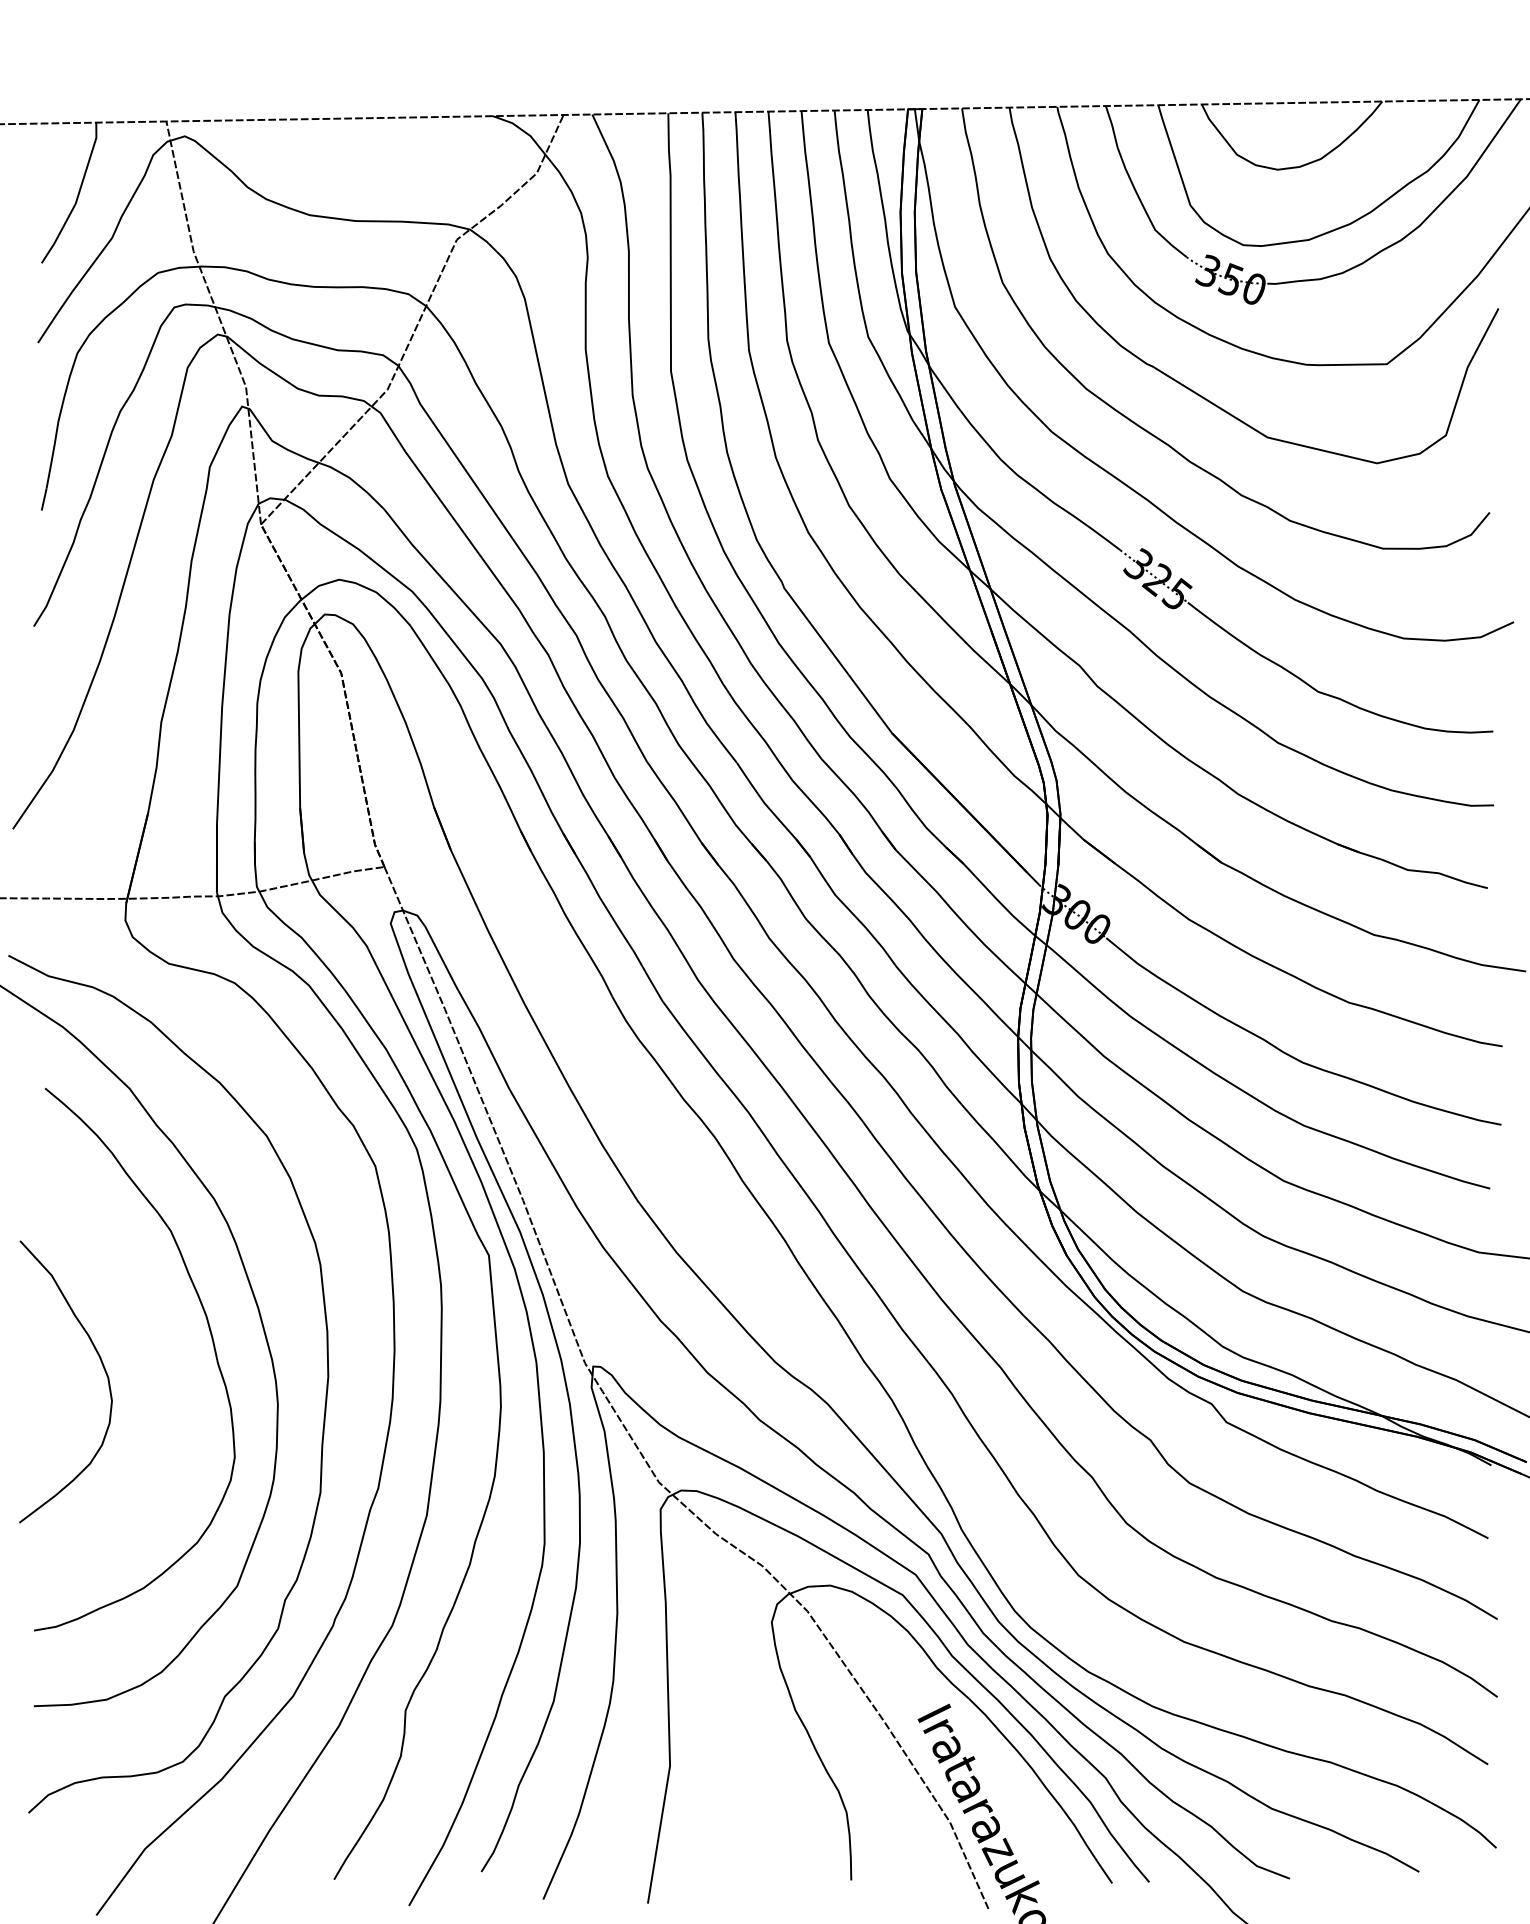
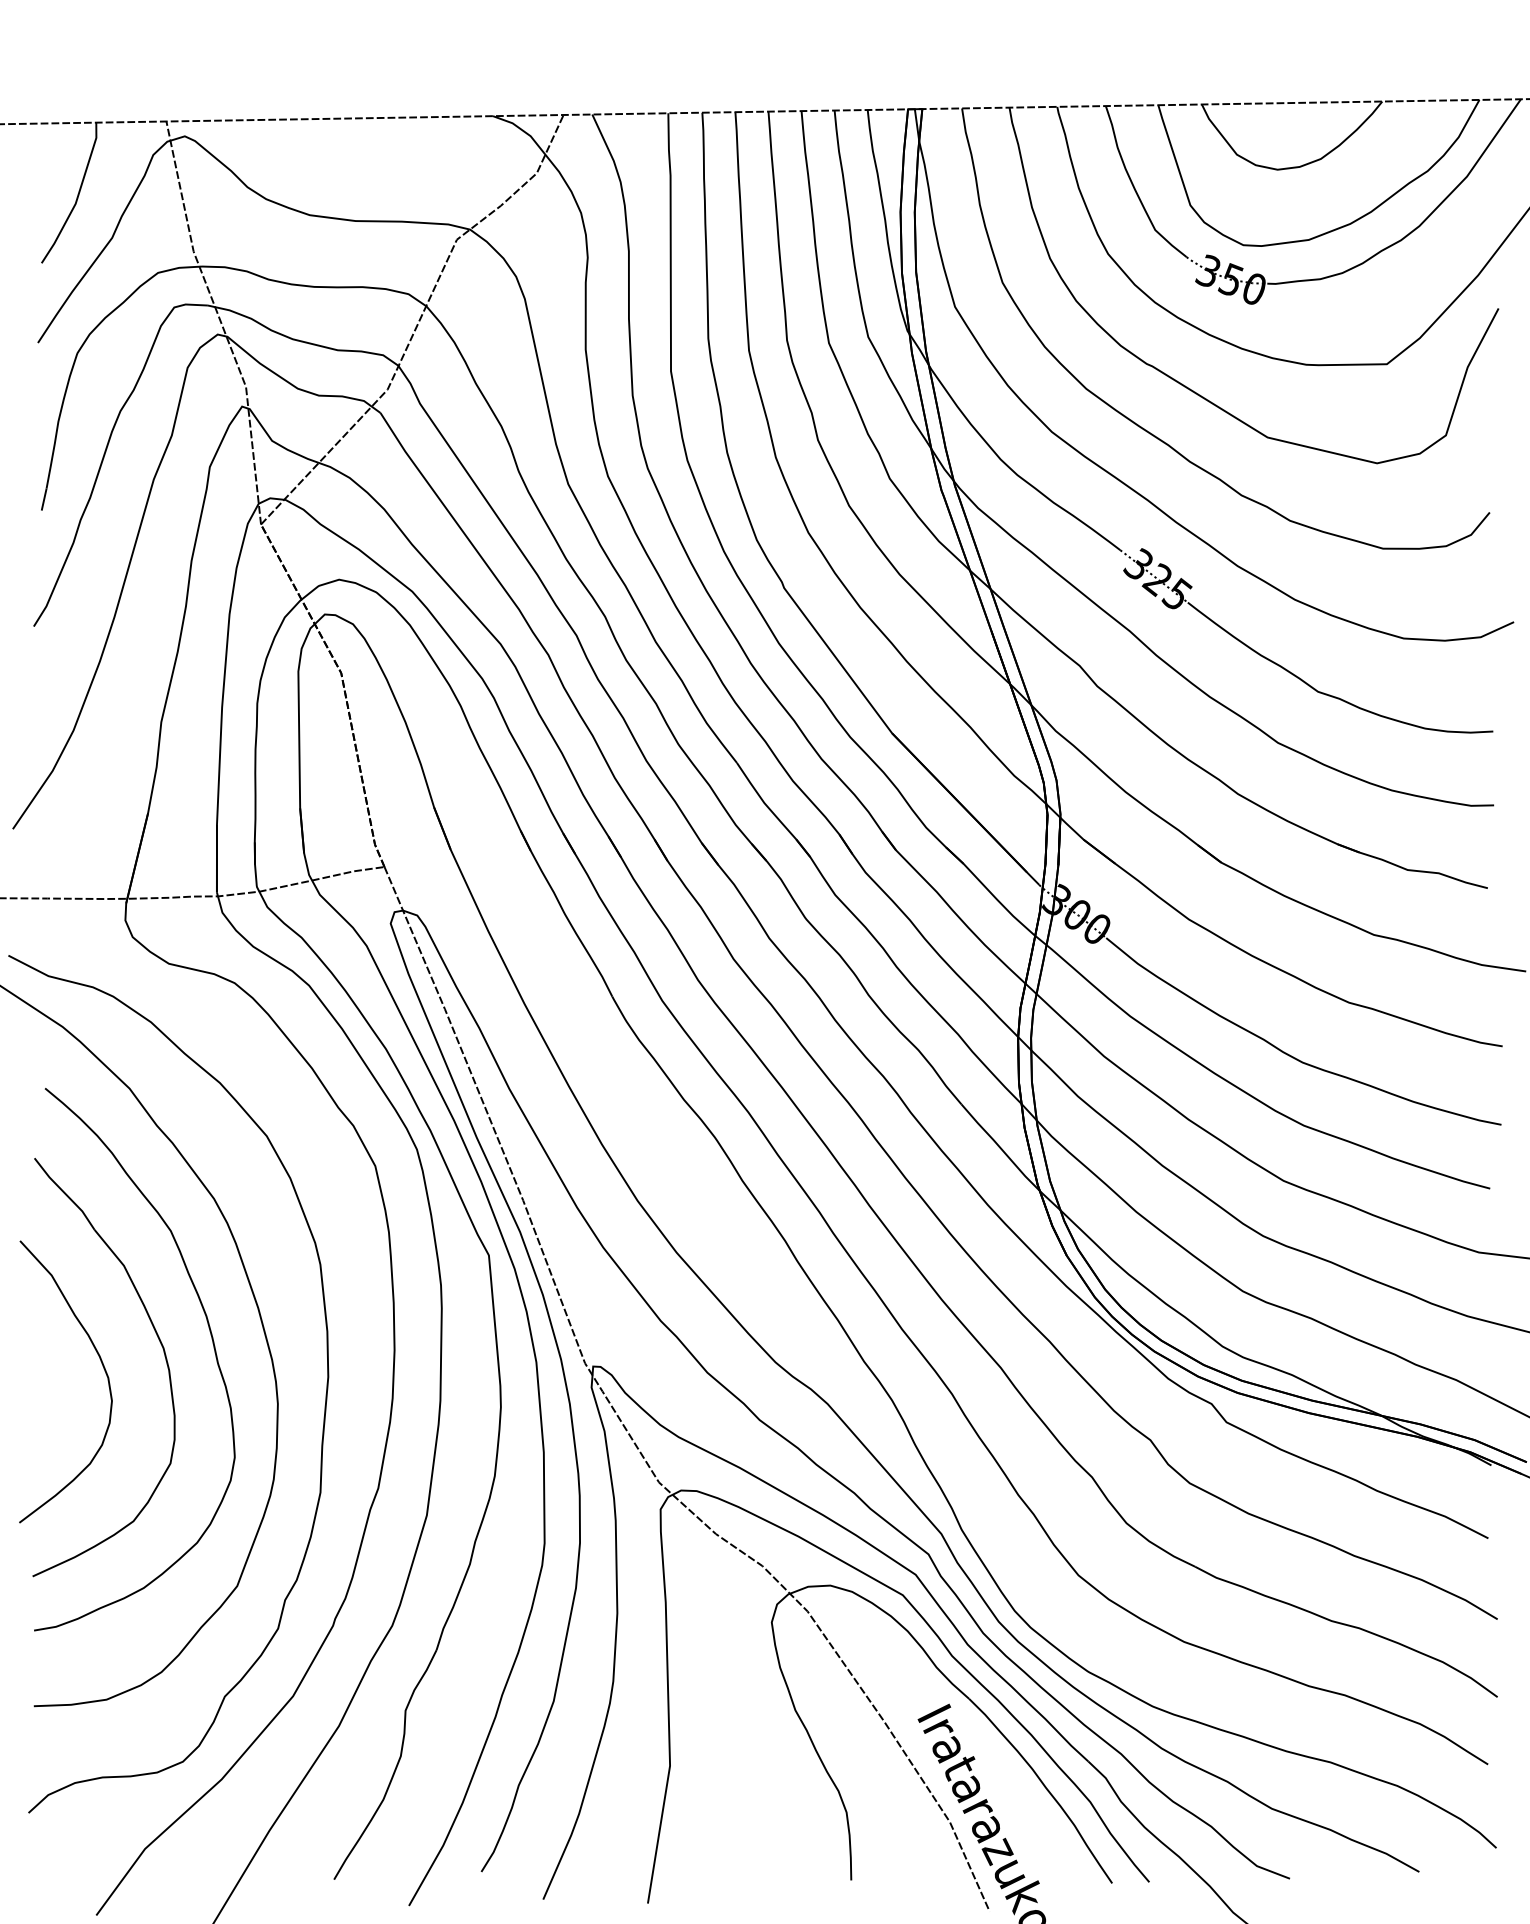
part at (159, 1342): none -> present
